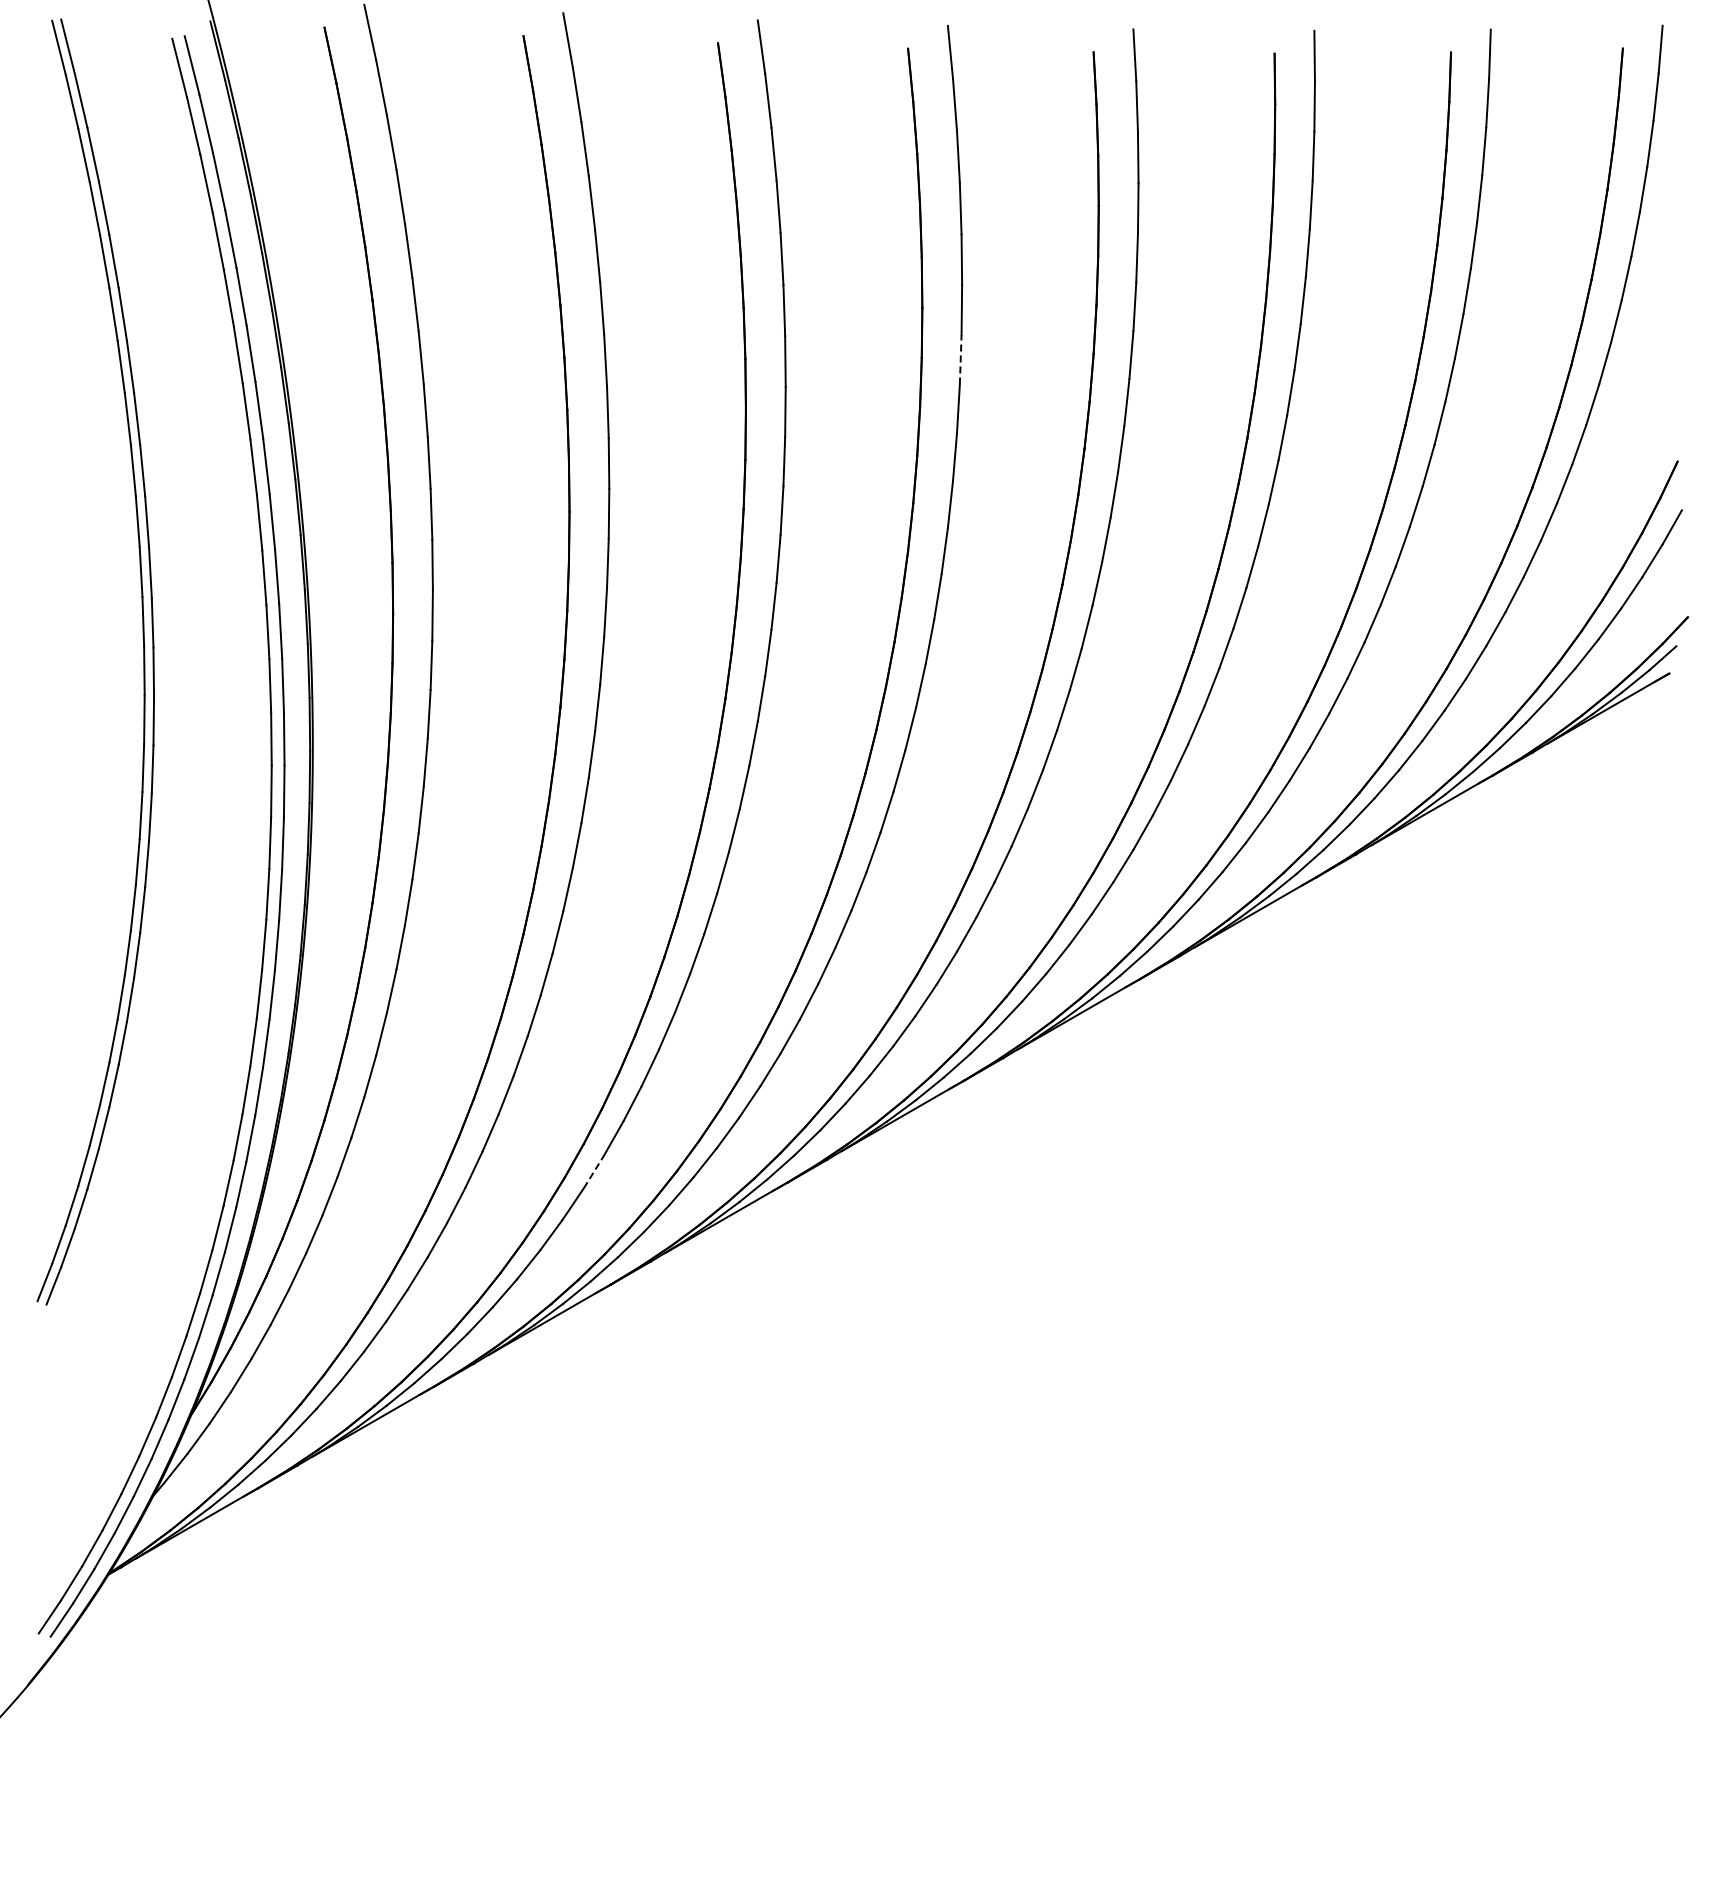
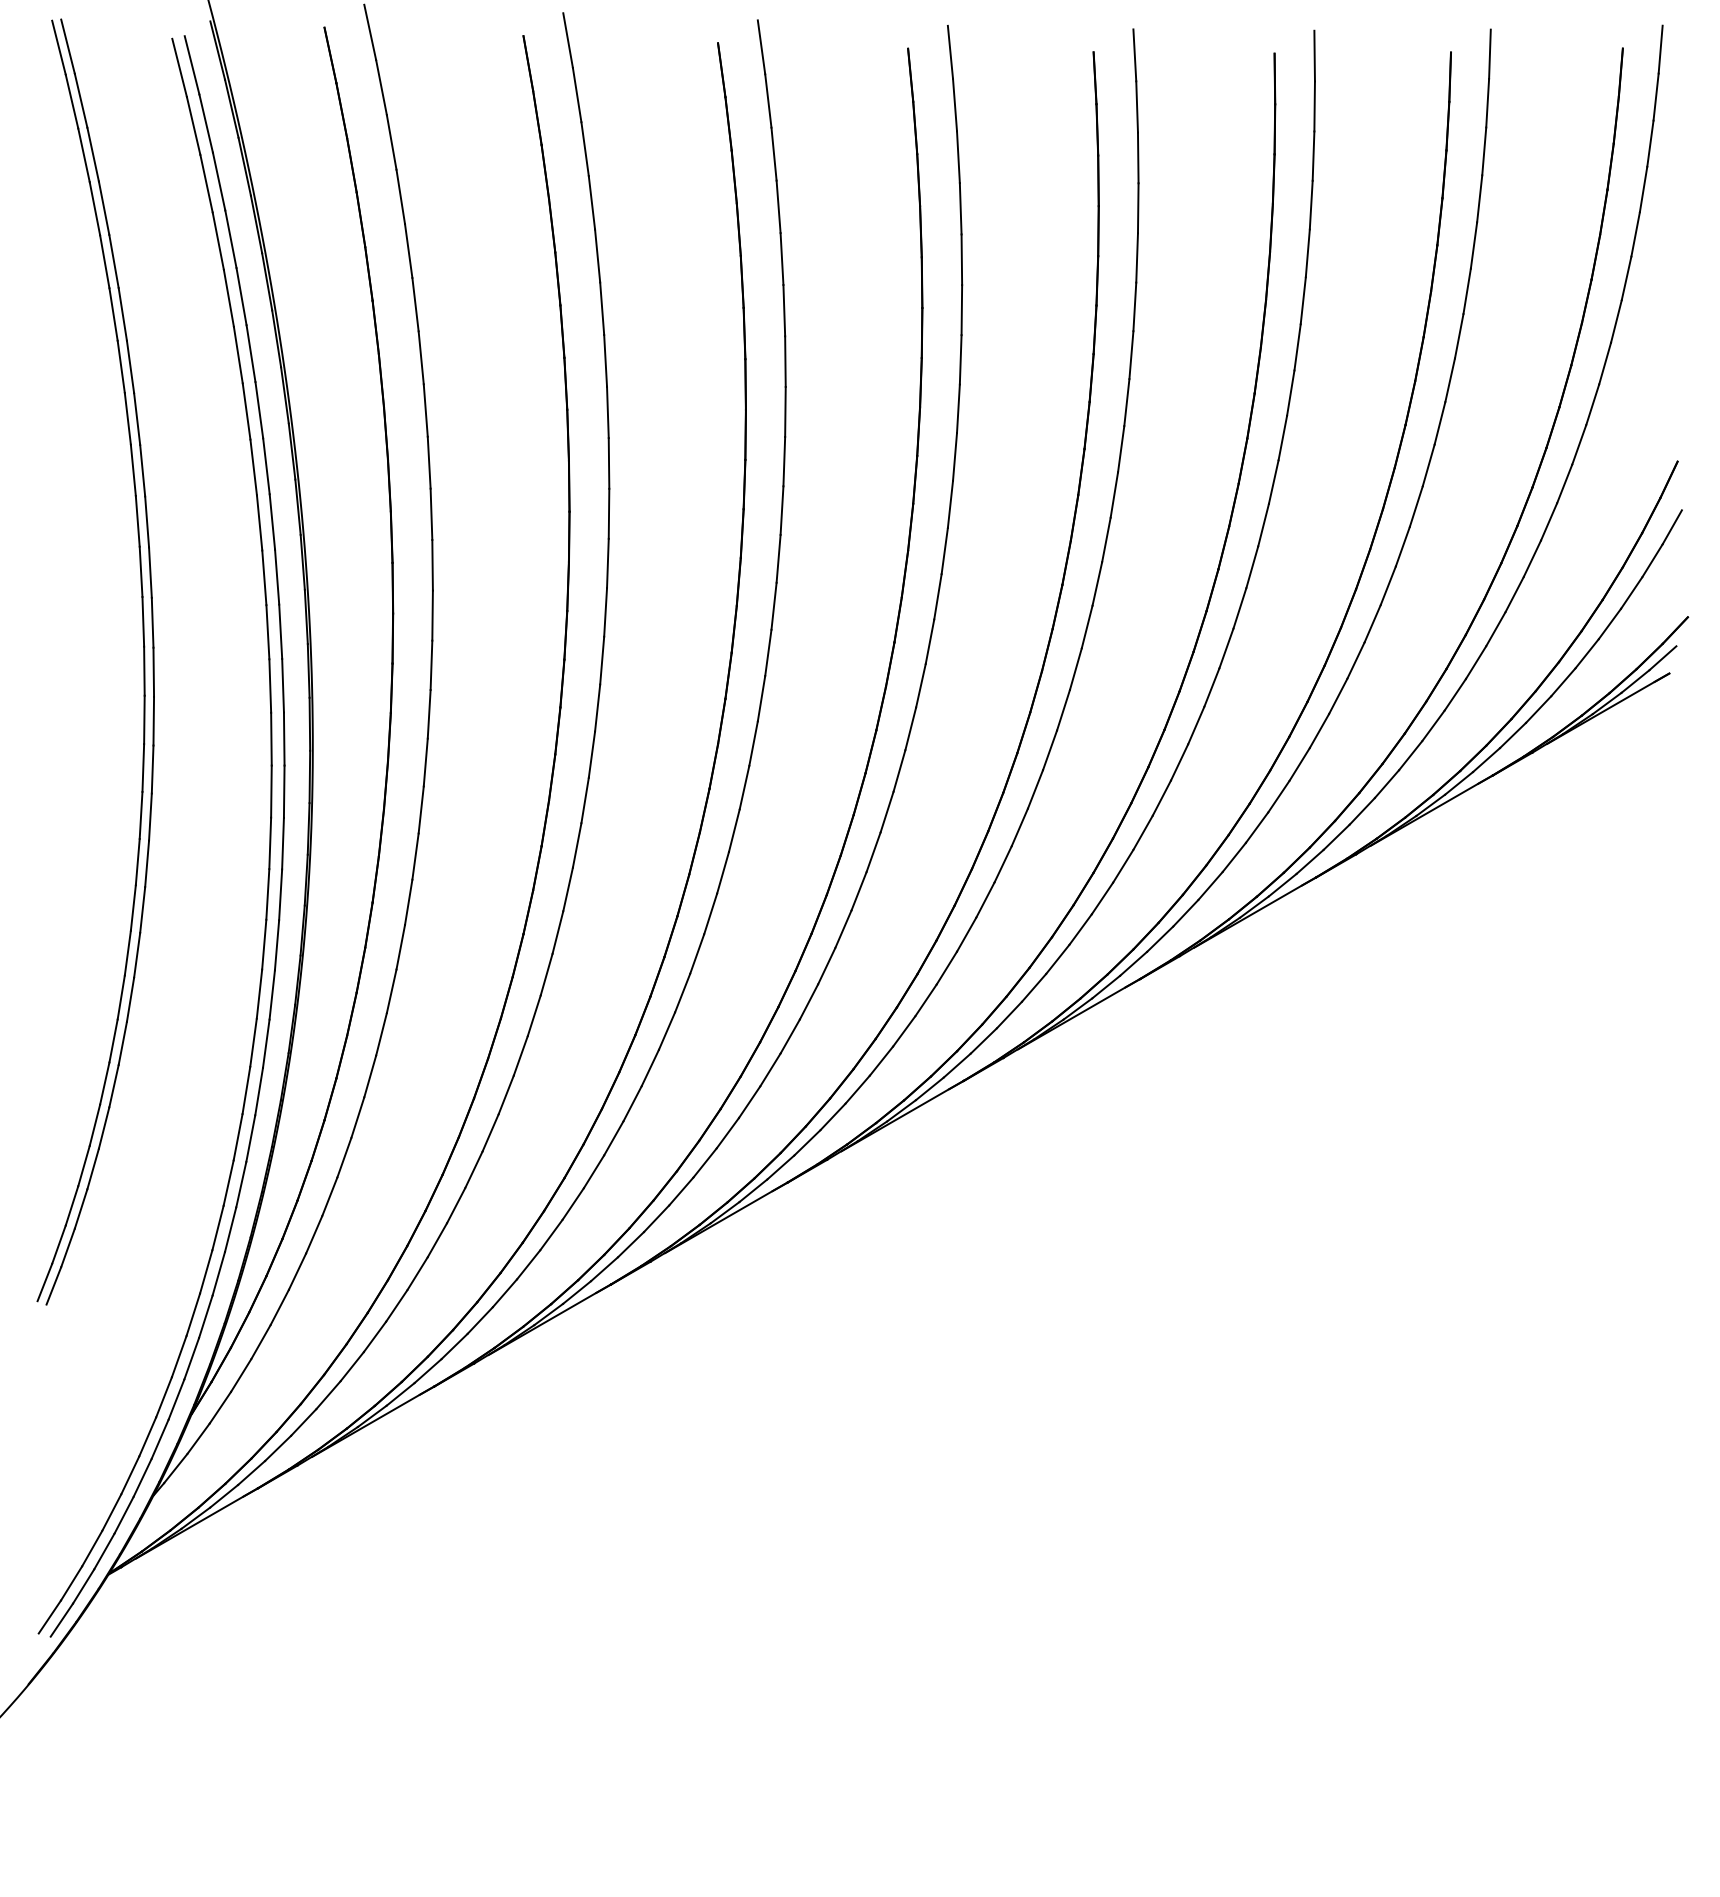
line at (960, 359): dashed -> solid
line at (594, 1171): dashed -> solid
